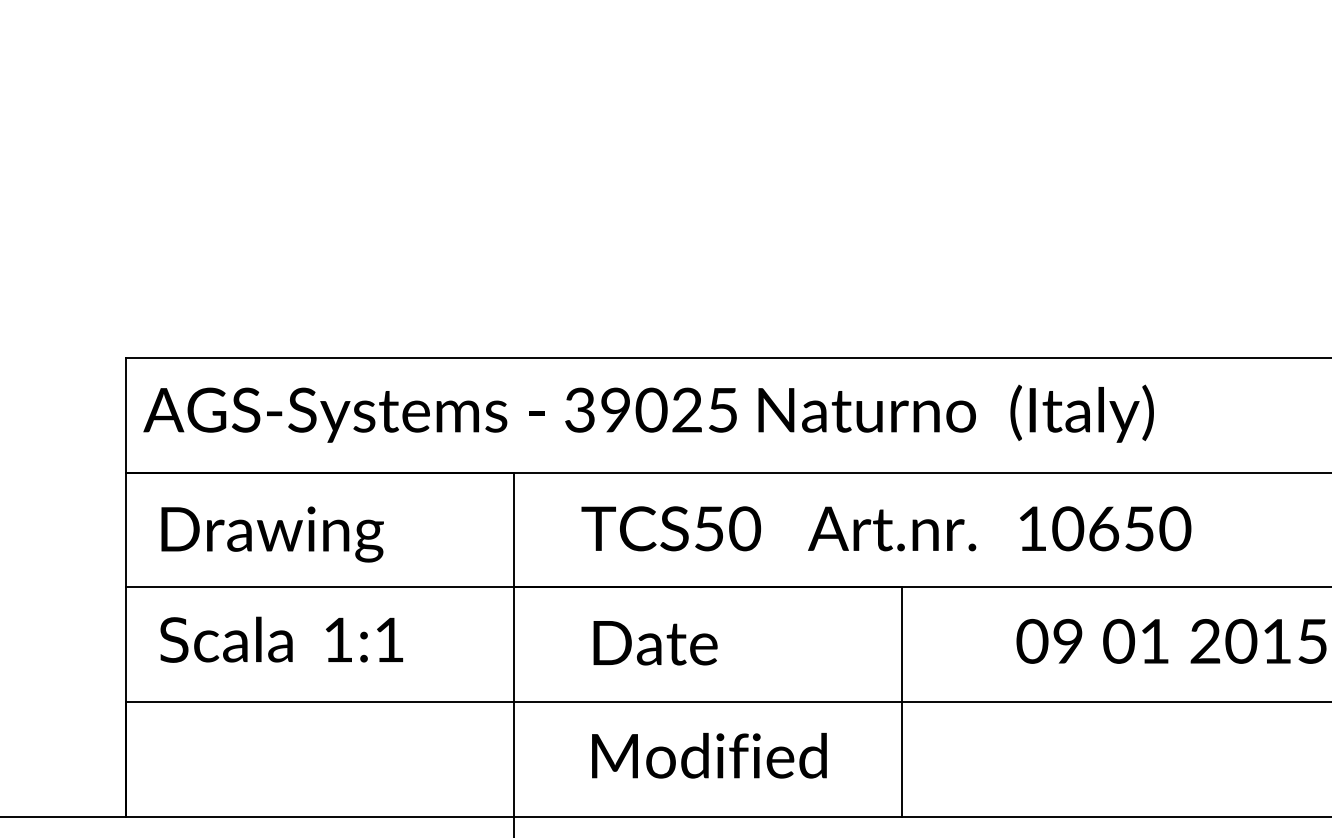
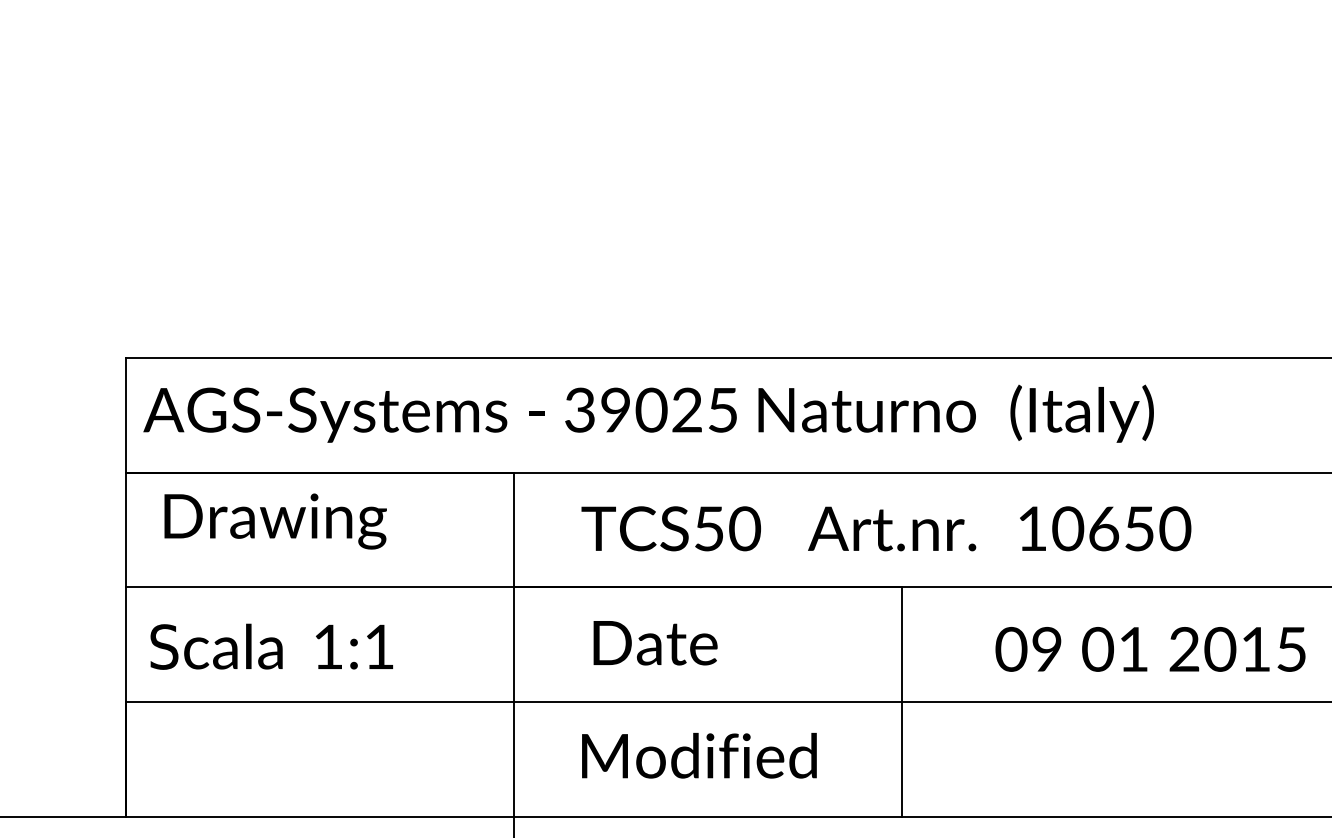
text at (272, 534) position: (272, 534) -> (275, 521)
text at (281, 639) position: (281, 639) -> (271, 646)
text at (1171, 641) position: (1171, 641) -> (1150, 649)
text at (709, 755) position: (709, 755) -> (699, 755)
